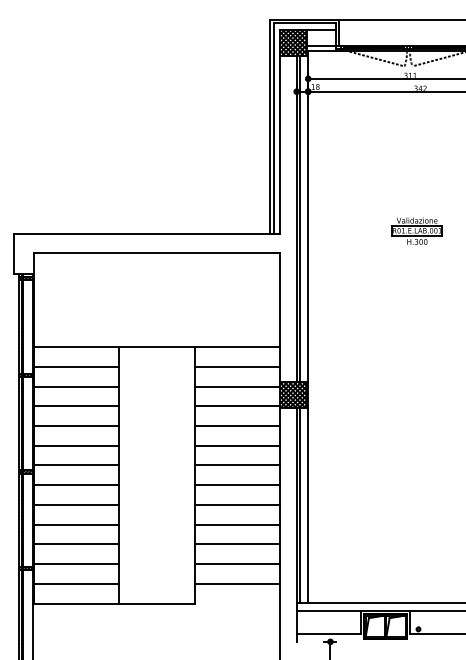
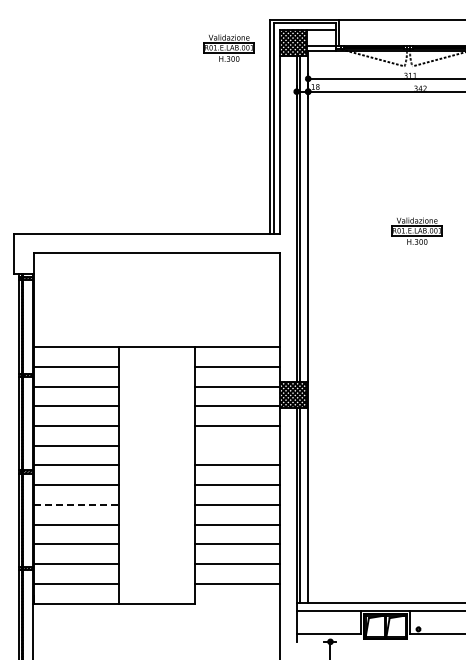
part at (228, 47): none -> present
line at (237, 445): present -> none
line at (76, 504): solid -> dashed
